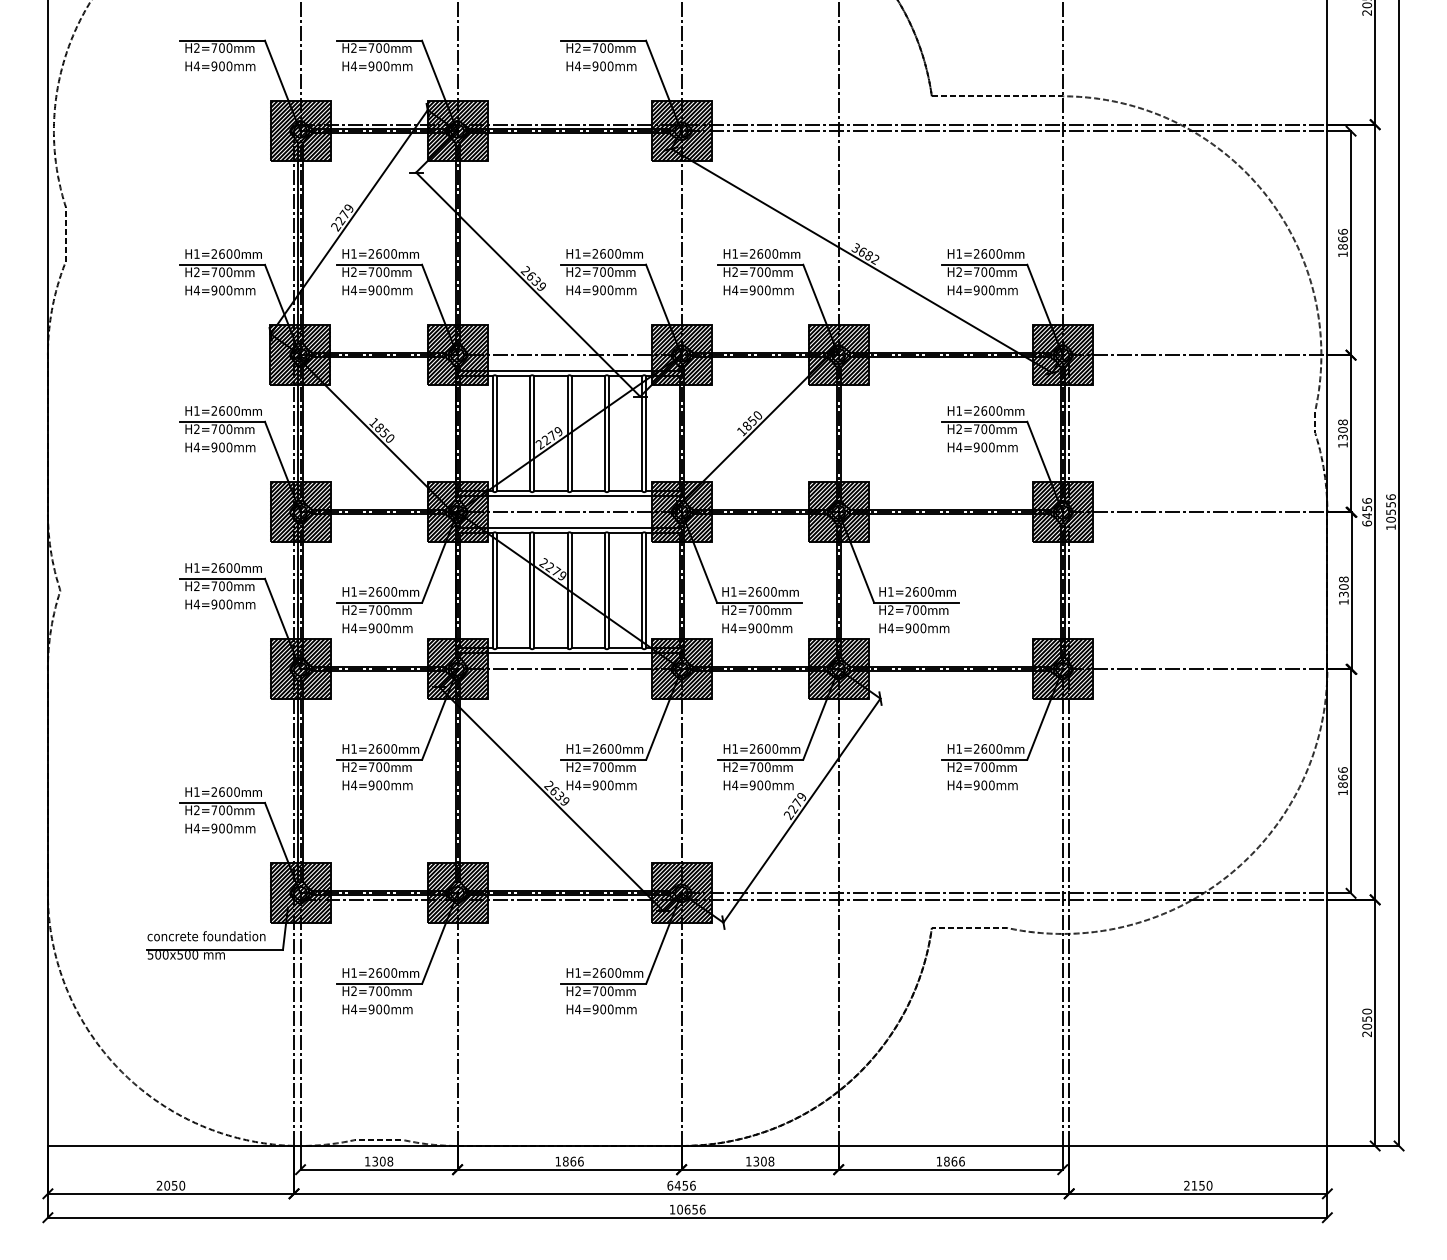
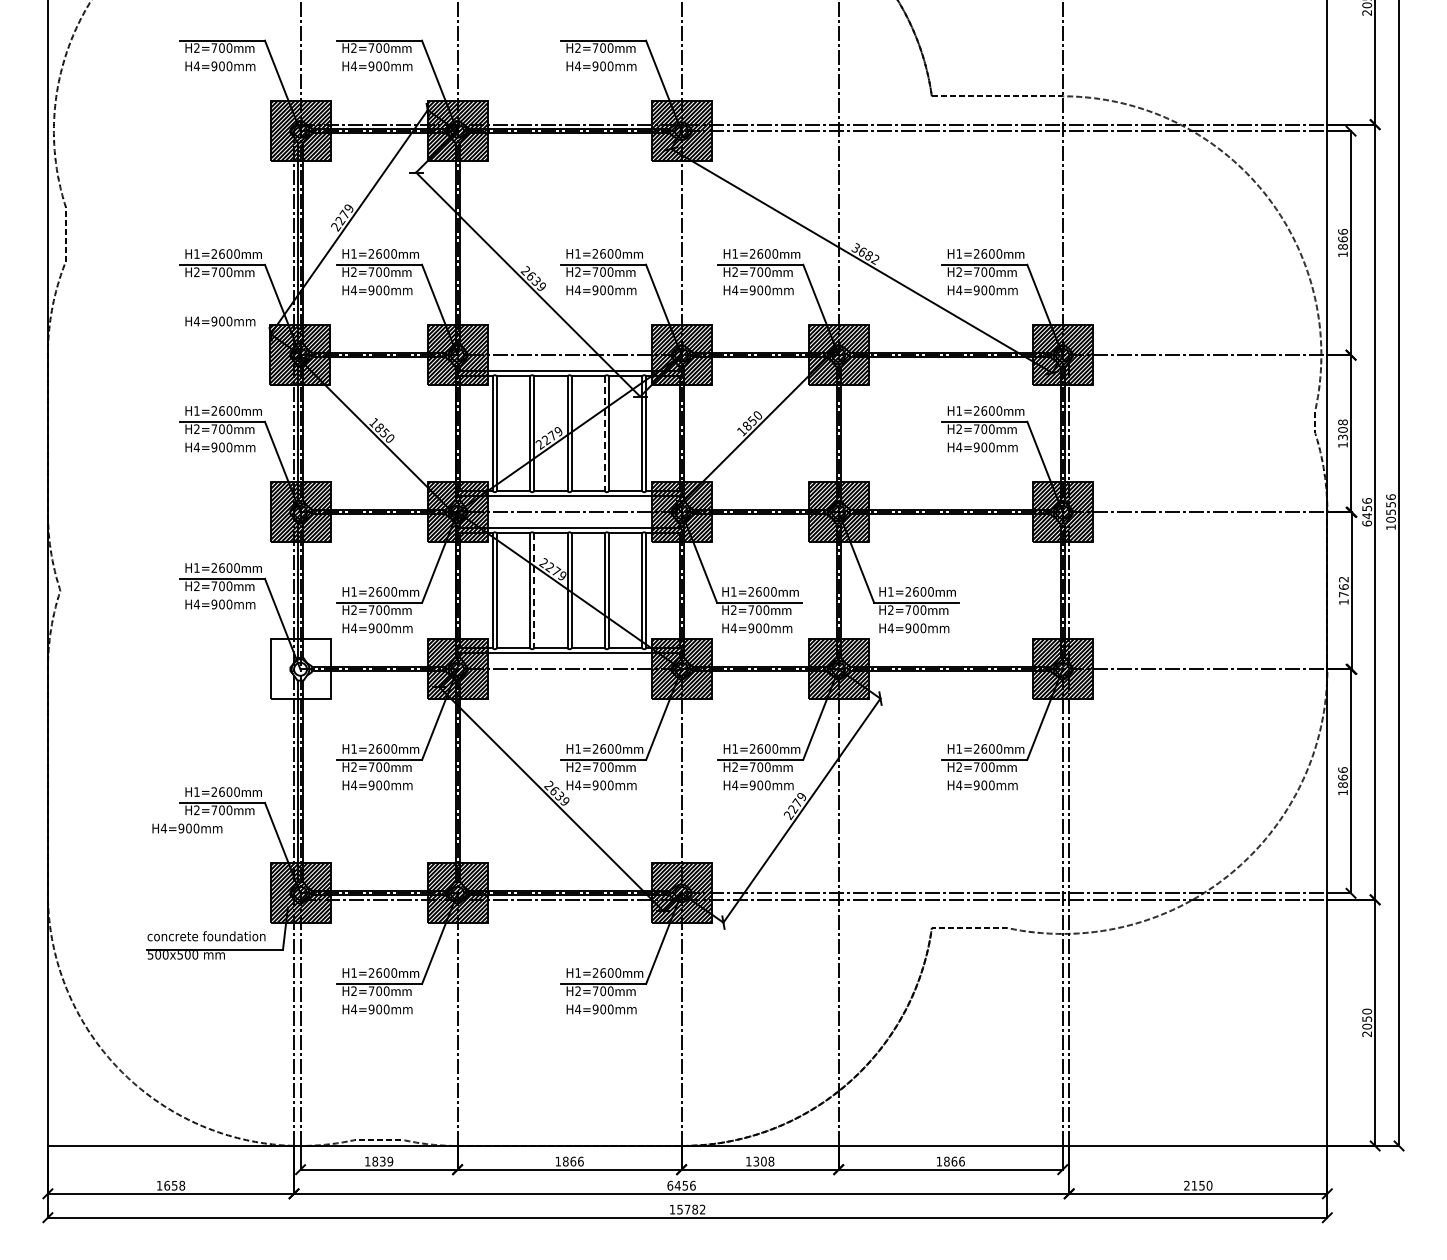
text at (220, 290) position: (220, 290) -> (220, 321)
line at (604, 434): solid -> dashed
text at (1343, 586): 1308 -> 1762
line at (534, 591): solid -> dashed
hatch at (300, 669): present -> none
text at (220, 828) position: (220, 828) -> (187, 828)
text at (382, 1161): 1308 -> 1839
text at (170, 1185): 2050 -> 1658
text at (691, 1209): 10656 -> 15782
